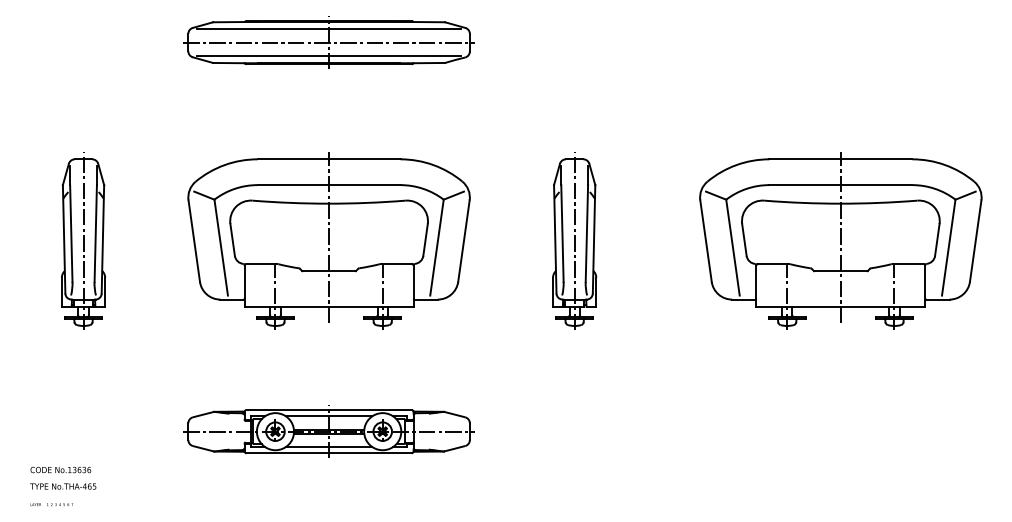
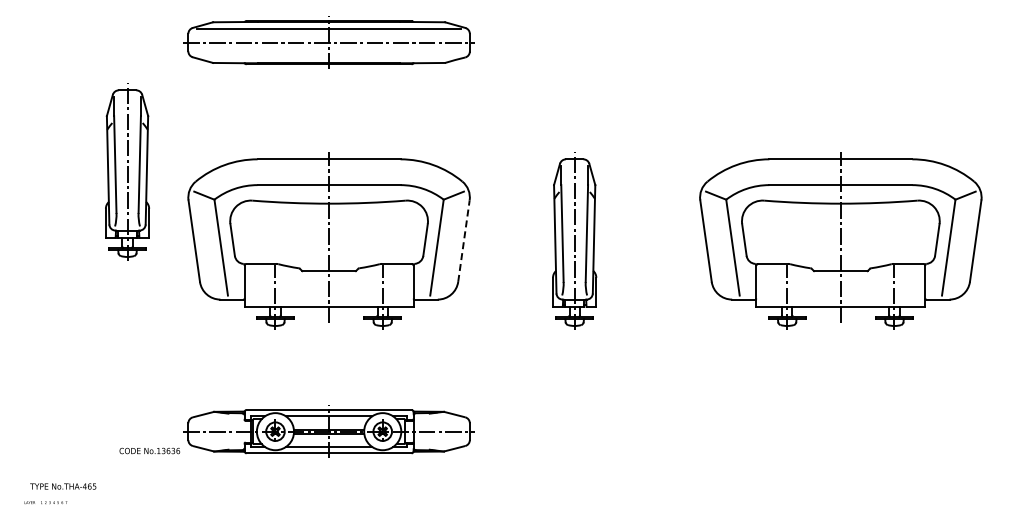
line at (329, 56): present -> none
part at (83, 240) position: (83, 240) -> (127, 171)
line at (464, 240): solid -> dashed
text at (60, 469) position: (60, 469) -> (149, 450)
text at (51, 504) position: (51, 504) -> (45, 502)
